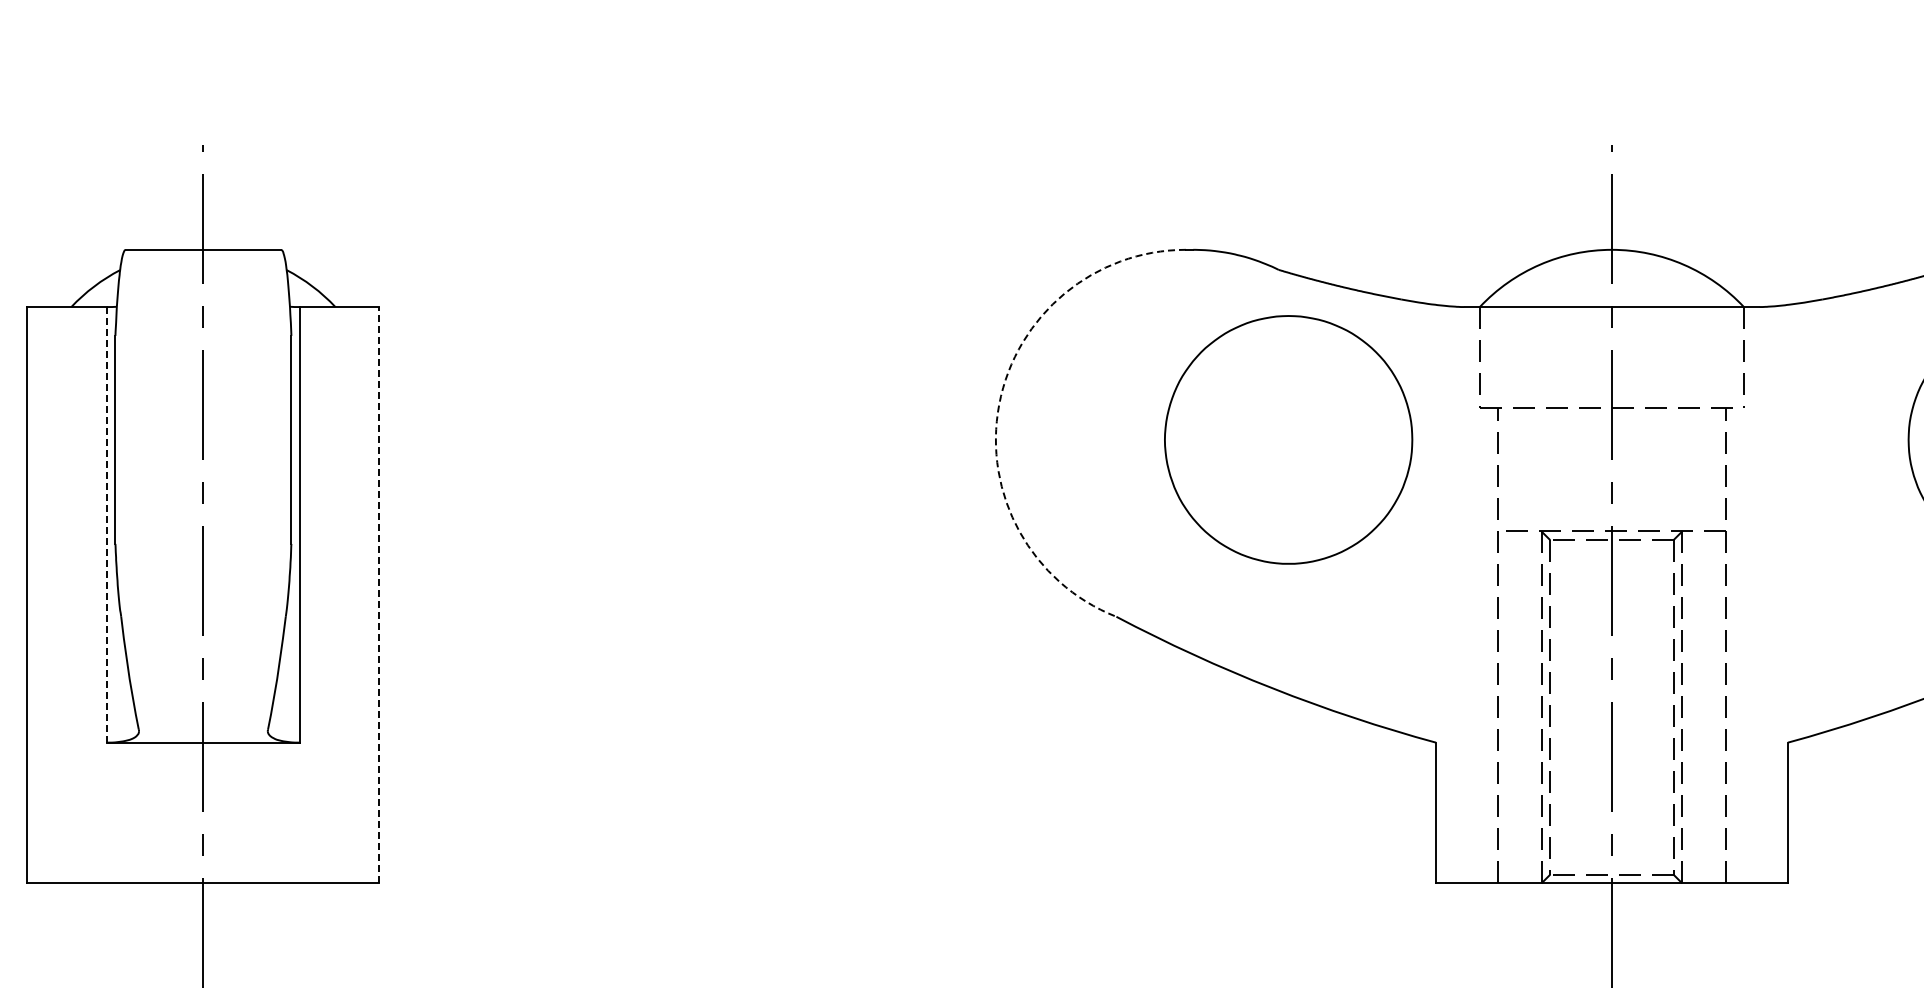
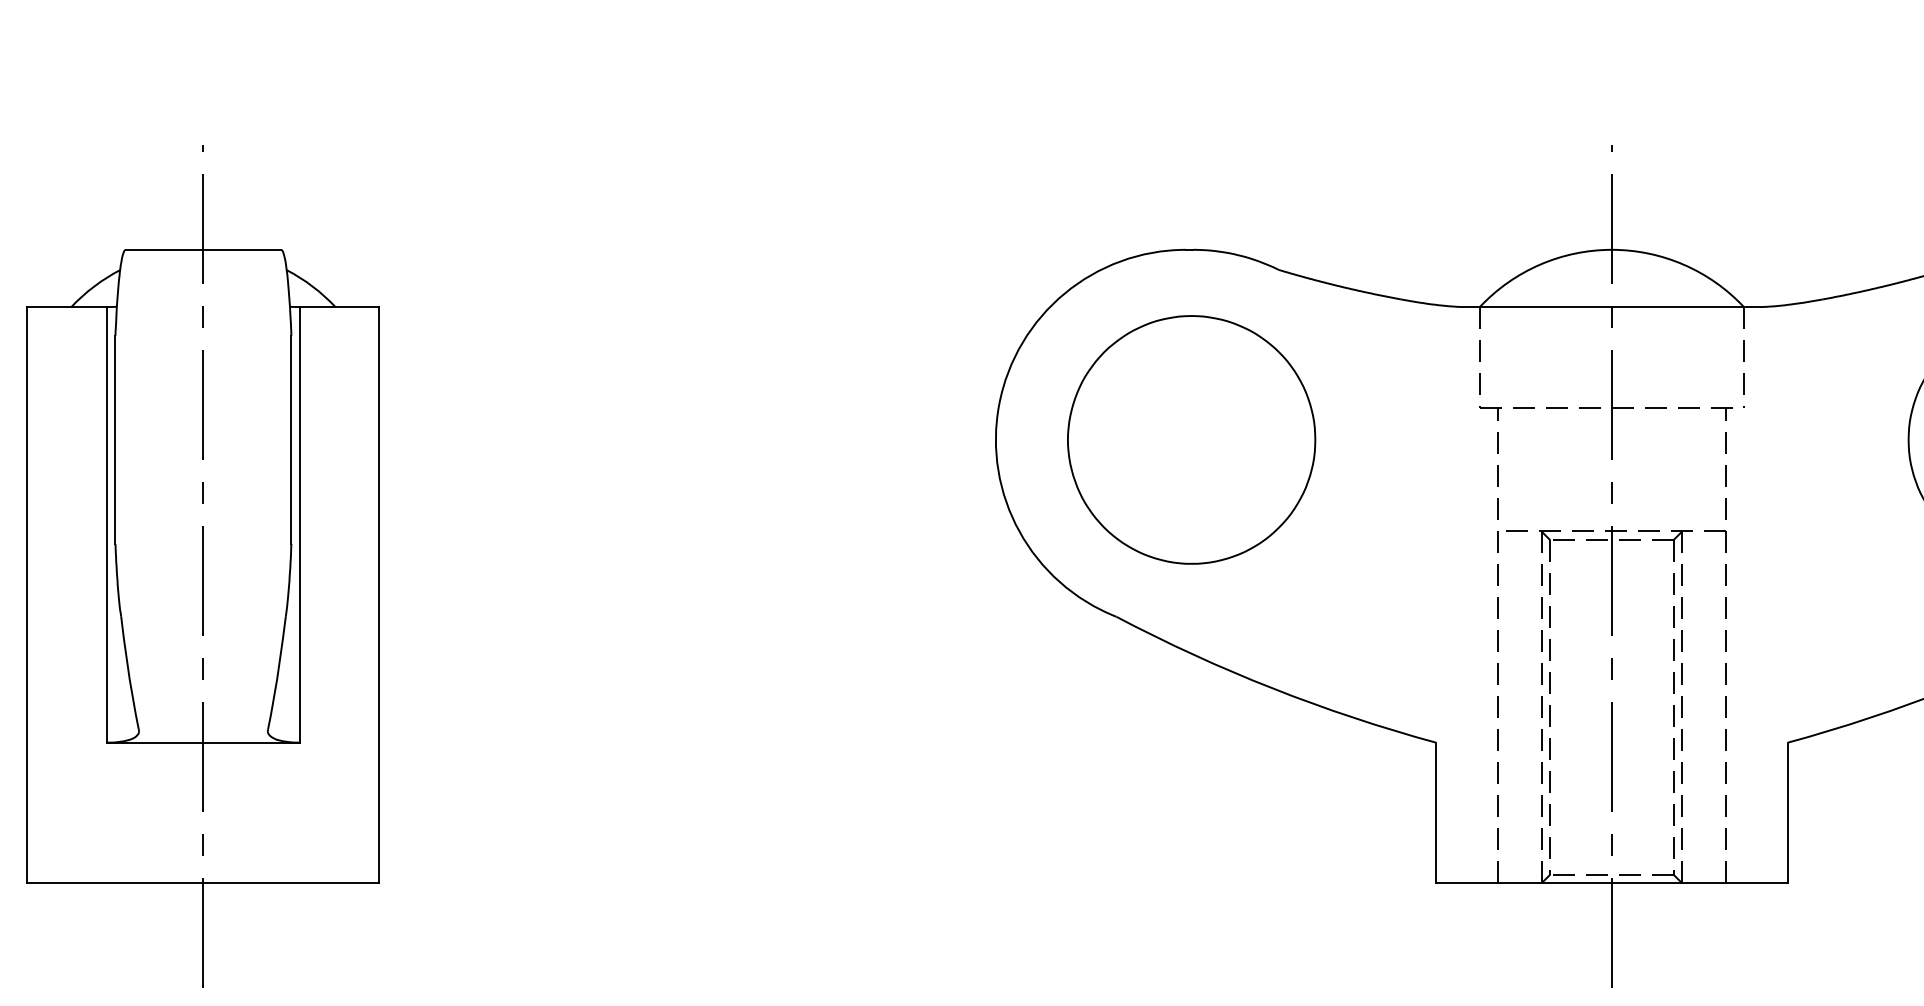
arc at (999, 404): dashed -> solid
part at (1288, 439) position: (1288, 439) -> (1191, 439)
line at (107, 524): dashed -> solid
line at (379, 594): dashed -> solid
